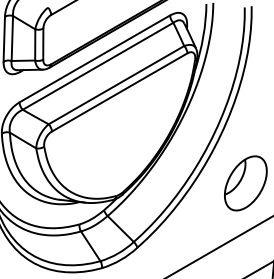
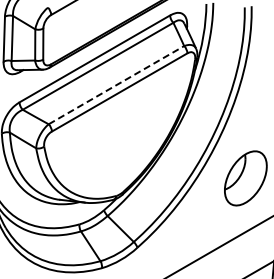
line at (116, 84): solid -> dashed
part at (245, 183) position: (245, 183) -> (245, 178)
